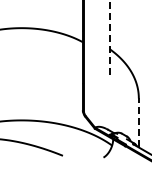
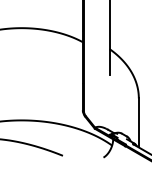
line at (109, 37): dashed -> solid
line at (138, 122): dashed -> solid
